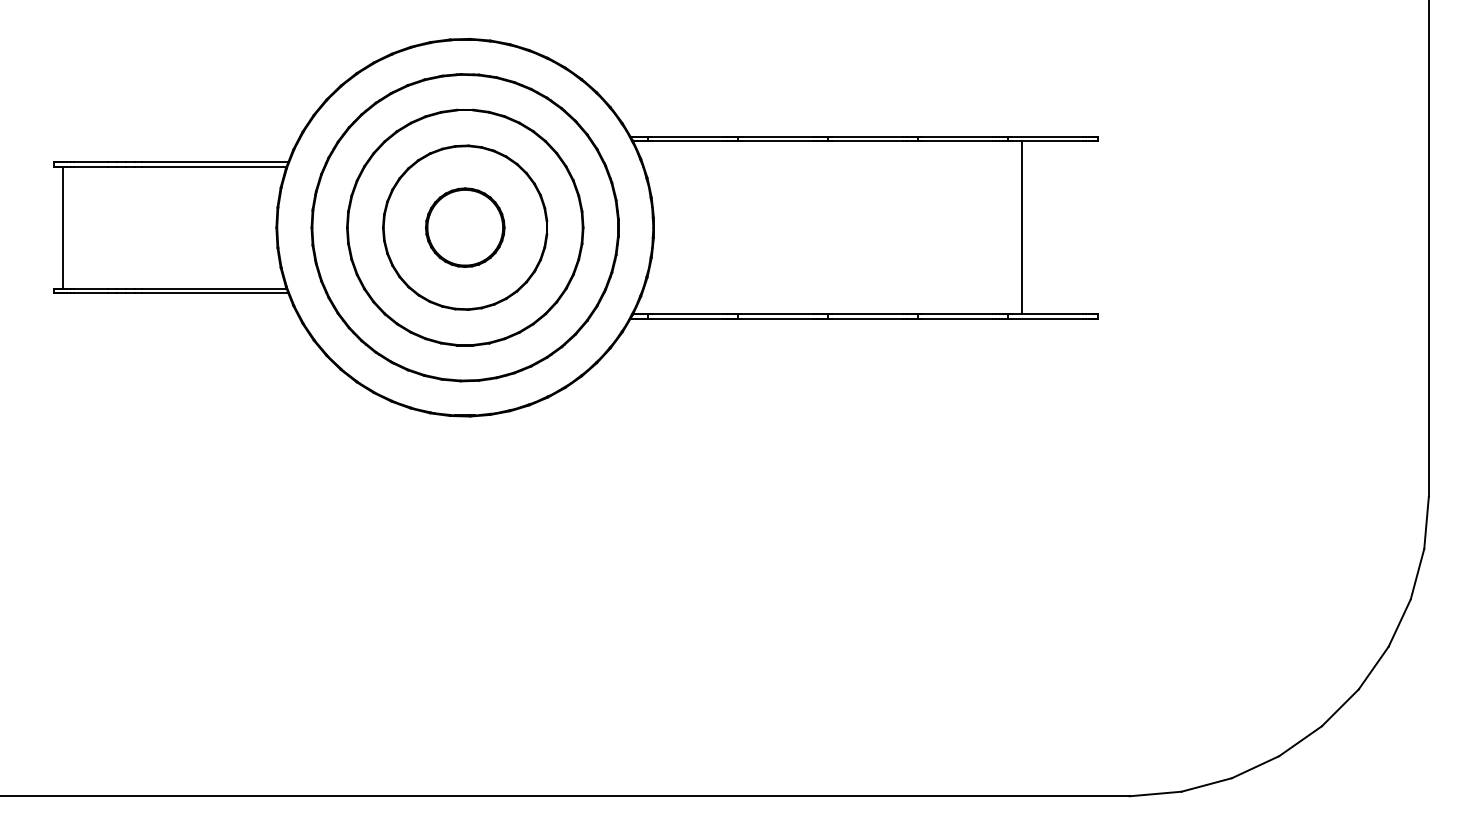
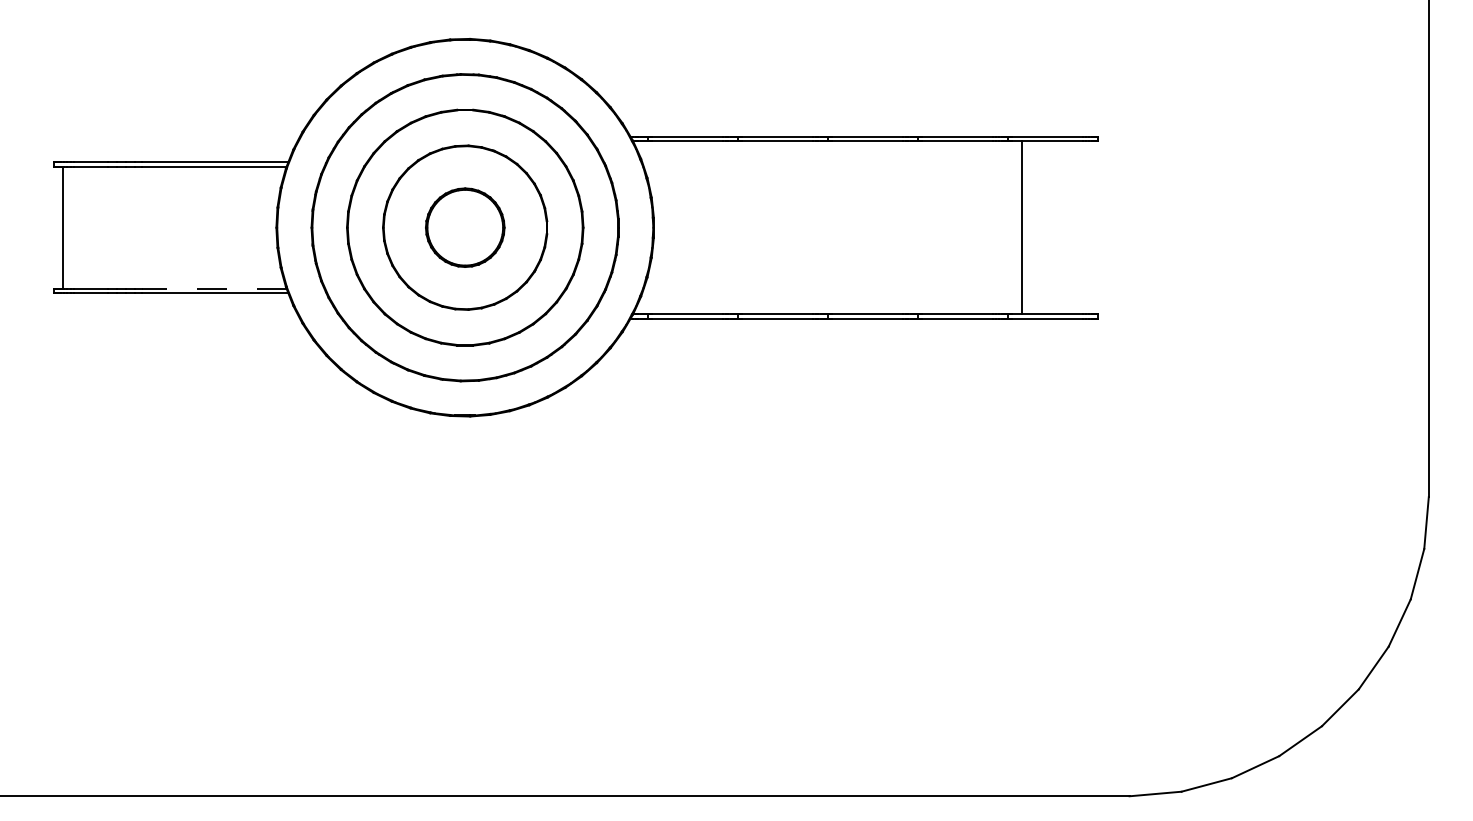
line at (213, 288): solid -> dashed
